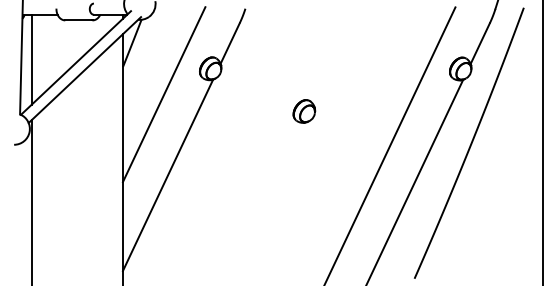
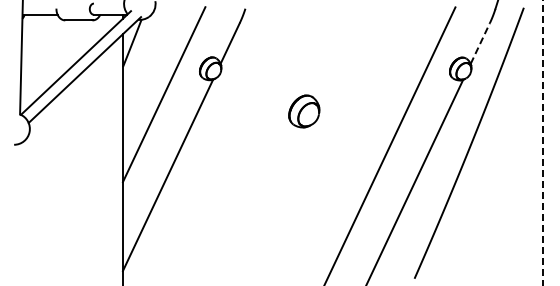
line at (480, 43): solid -> dashed
line at (31, 59): present -> none
part at (304, 111) size: 25x25 px -> 33x35 px
line at (543, 143): solid -> dashed
line at (31, 201): present -> none
